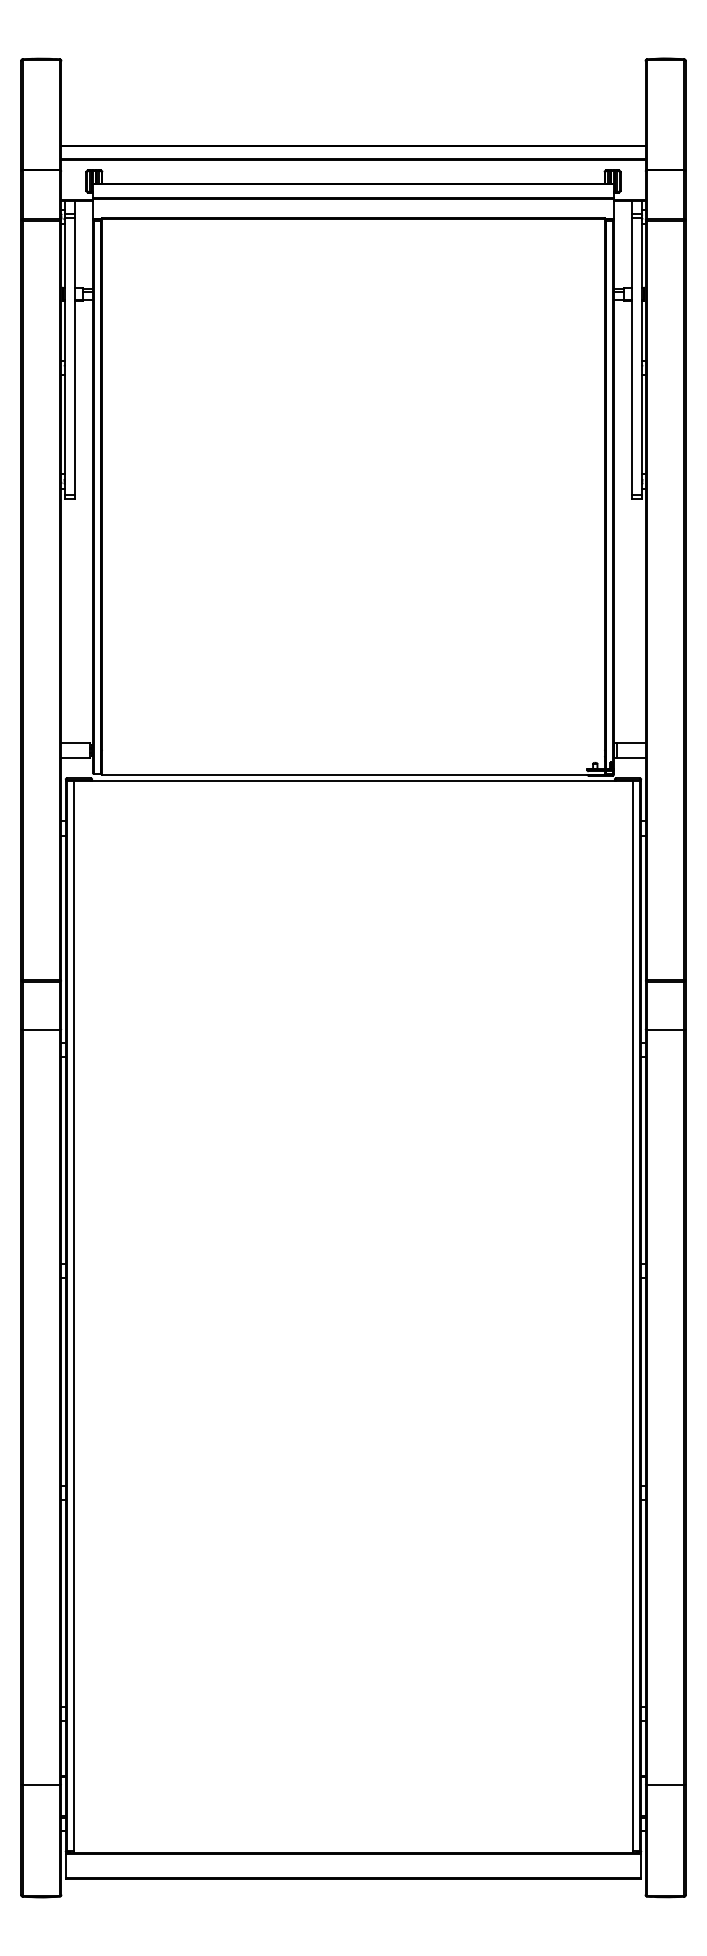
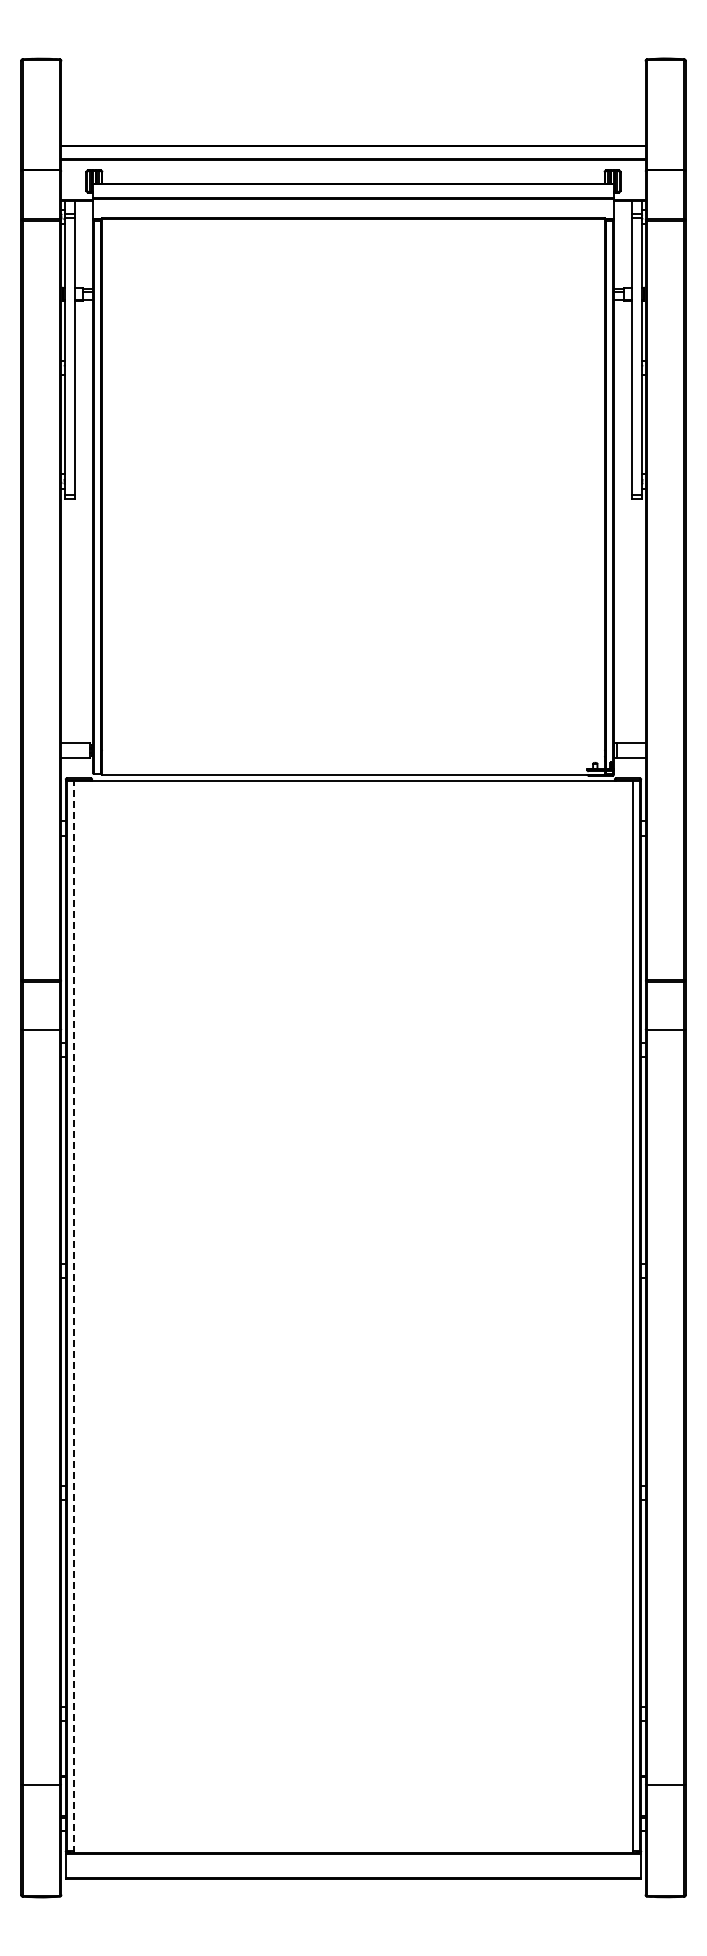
line at (73, 1316): solid -> dashed
